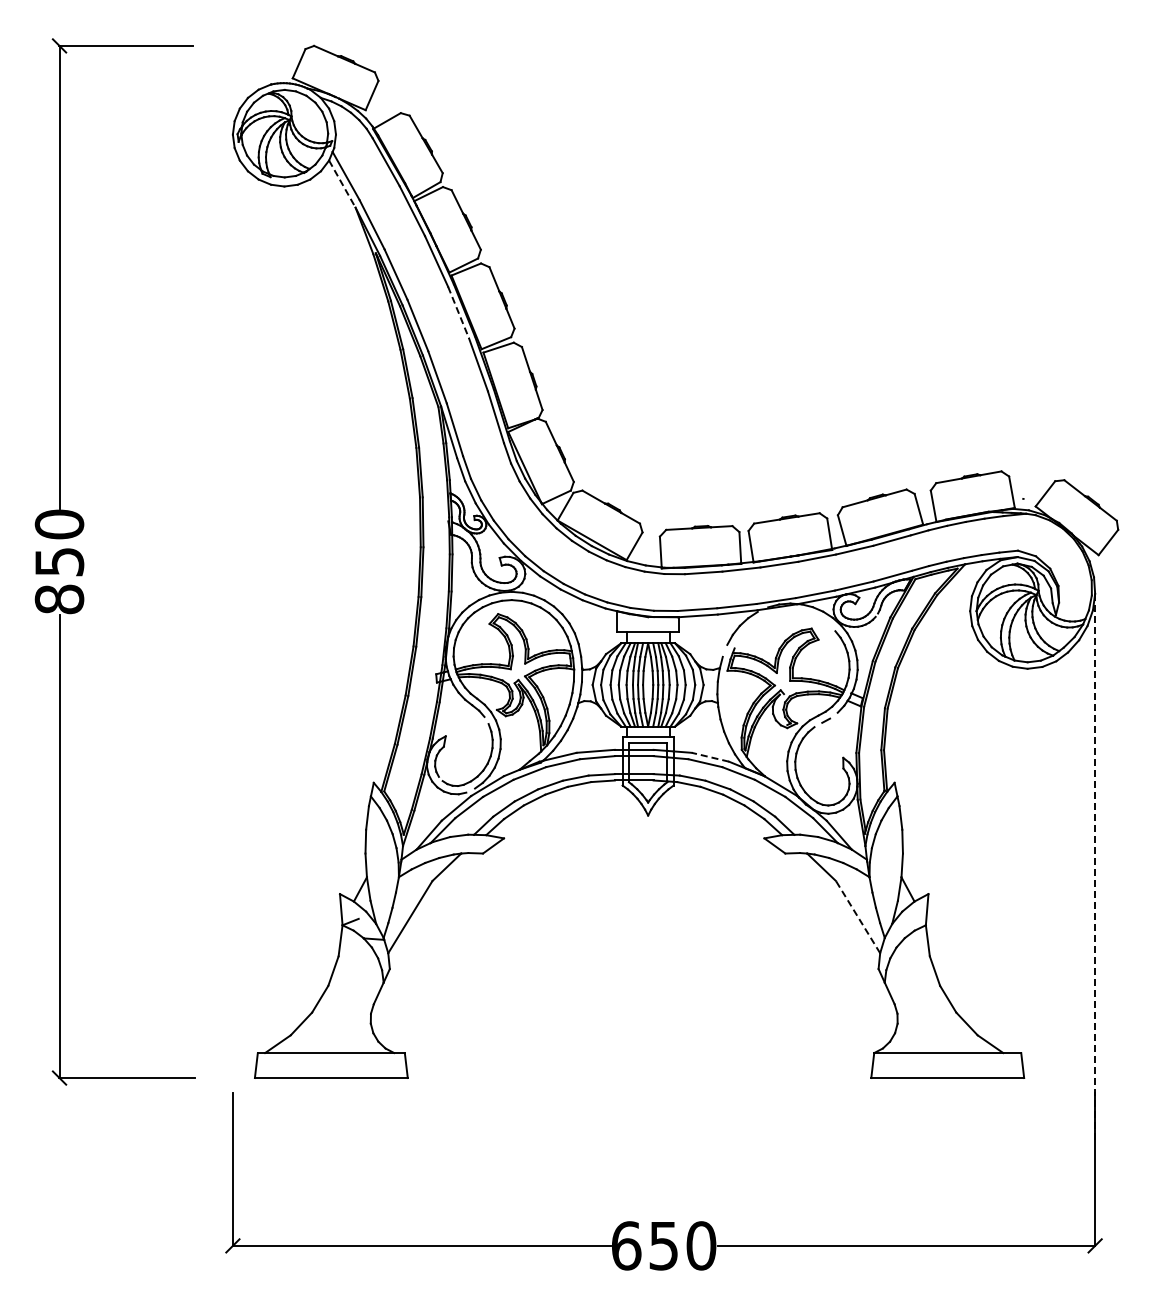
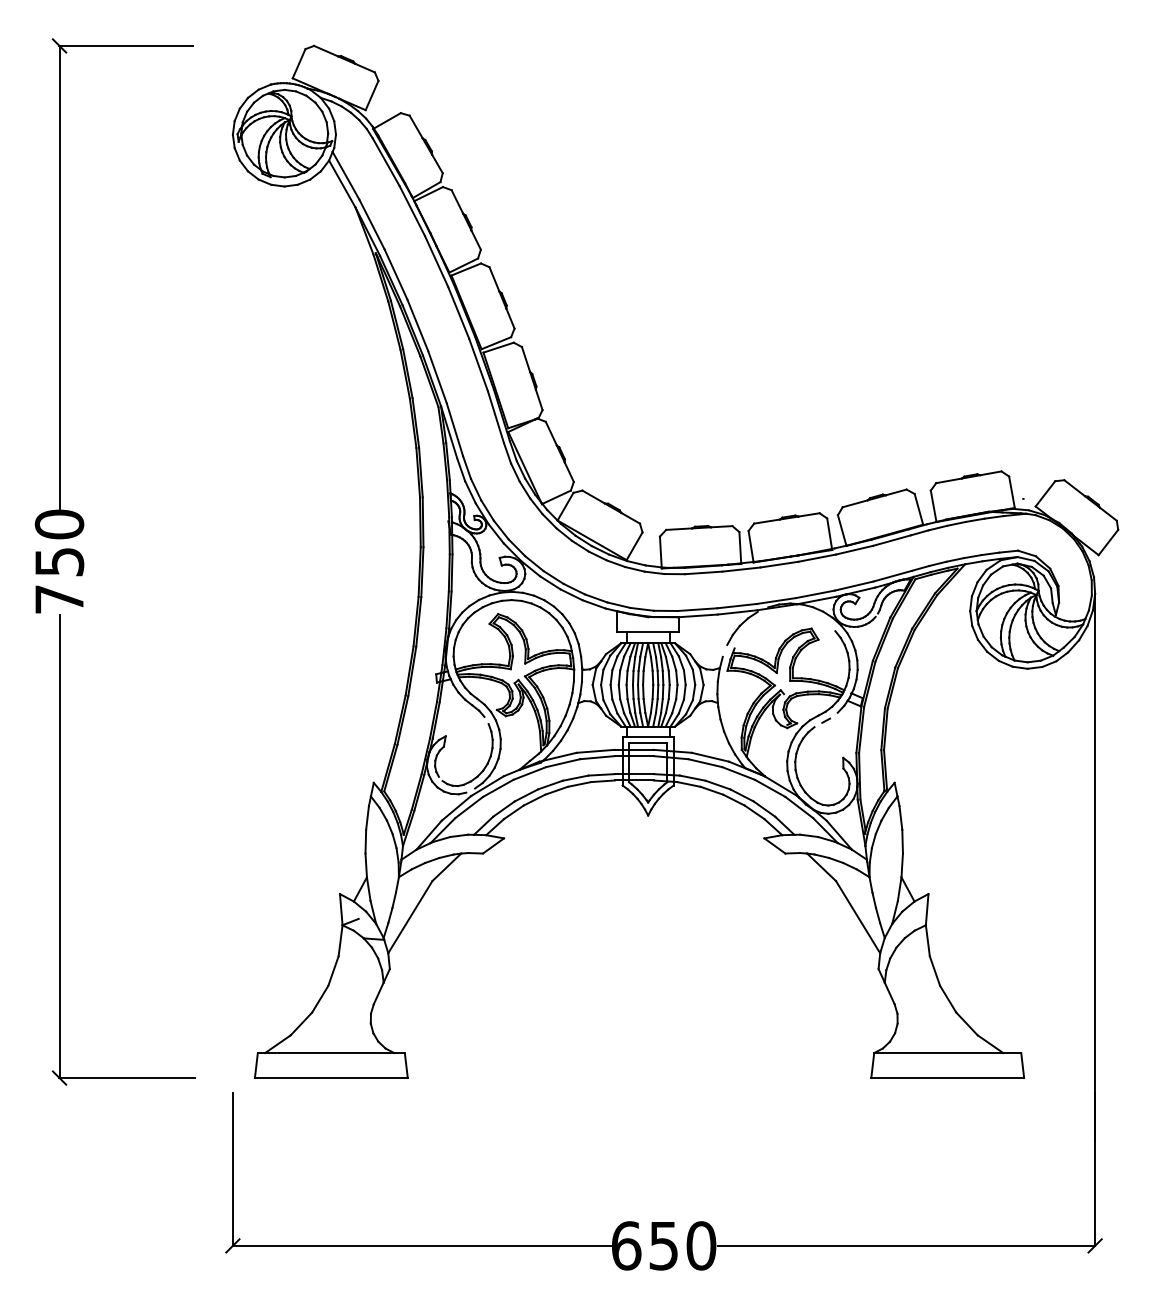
line at (342, 184): dashed -> solid
line at (458, 312): dashed -> solid
text at (59, 599): 850 -> 750
line at (709, 757): dashed -> solid
line at (1095, 867): dashed -> solid
line at (857, 916): dashed -> solid
